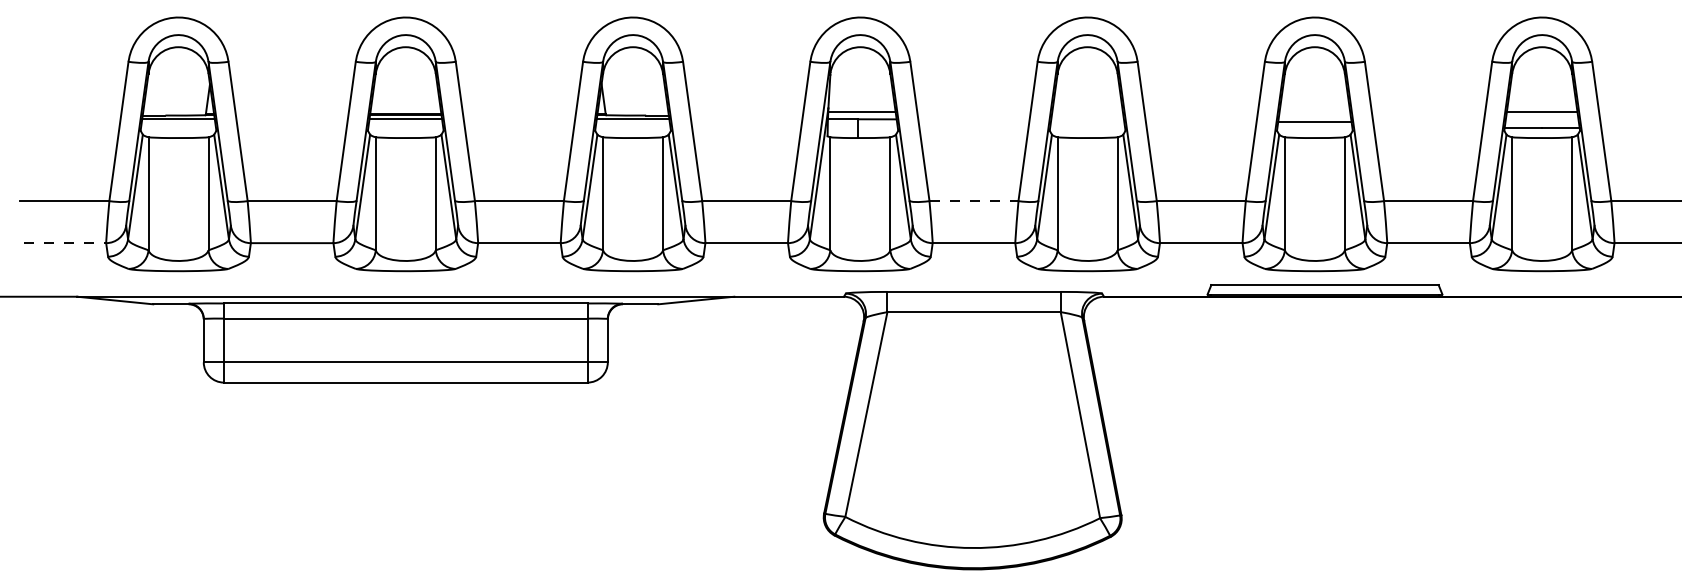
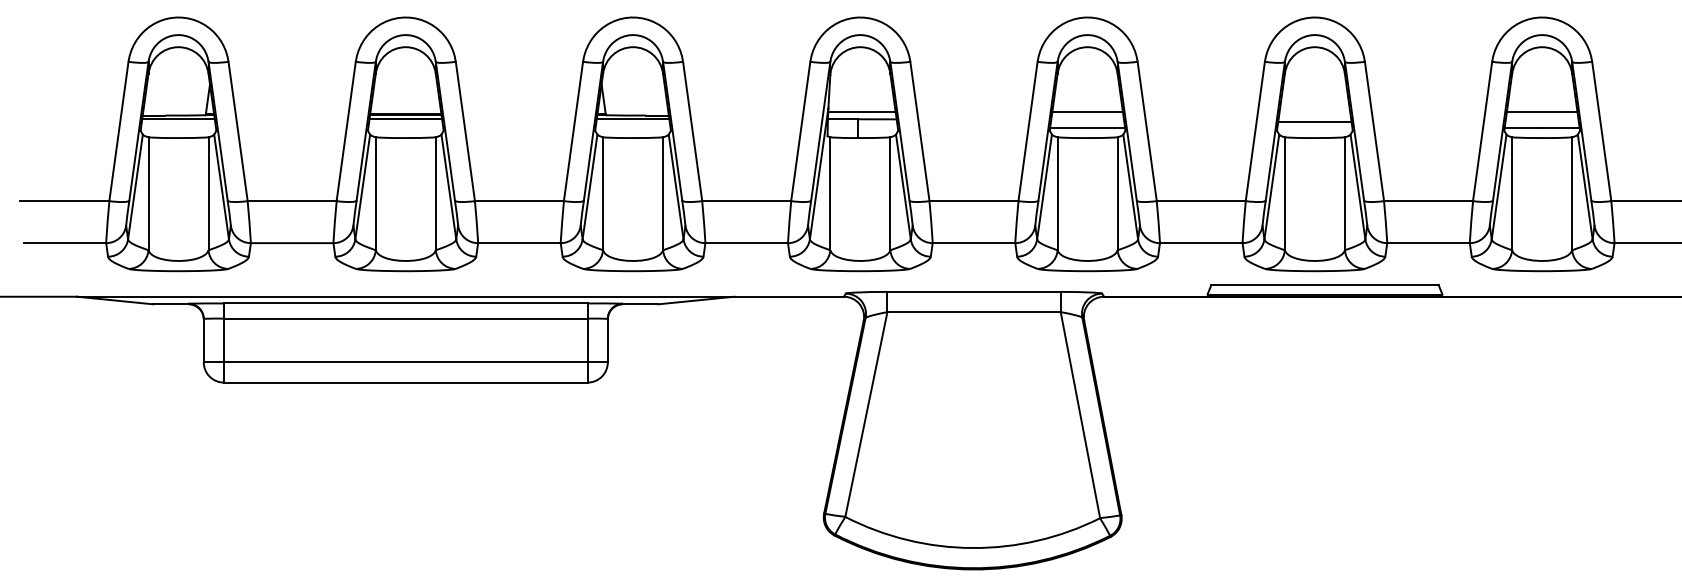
line at (1087, 111): none -> present
line at (1087, 127): none -> present
line at (974, 201): dashed -> solid
line at (65, 243): dashed -> solid
